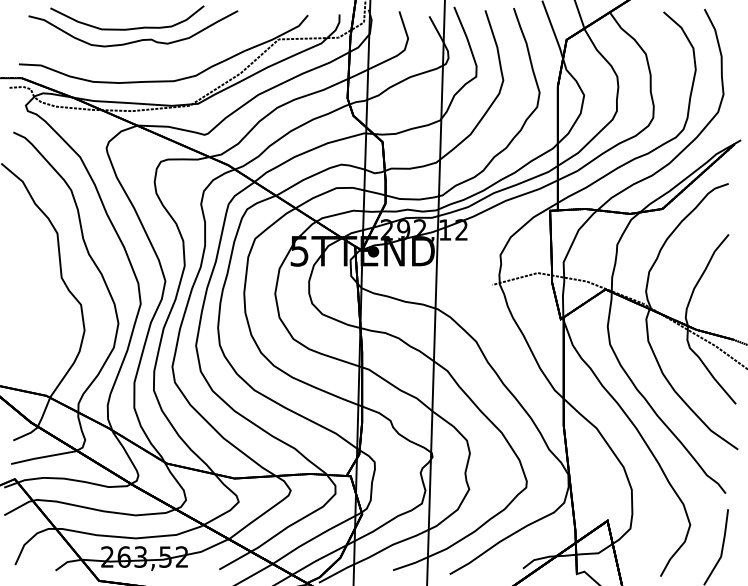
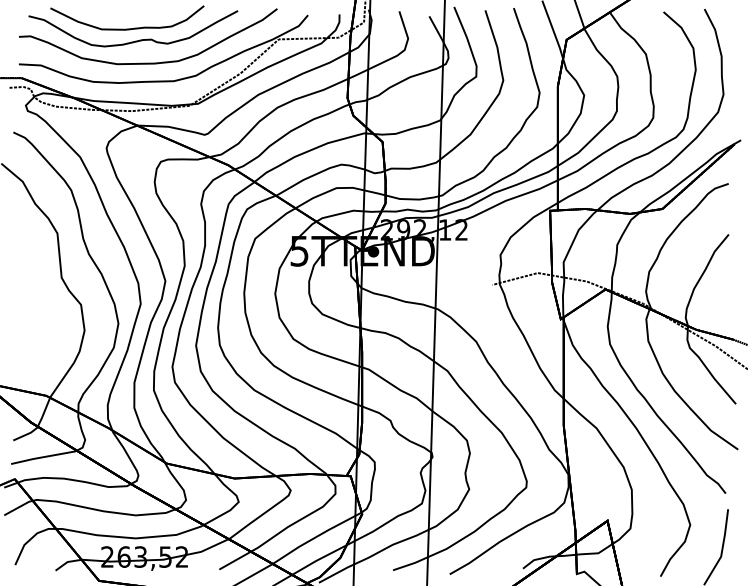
curve at (148, 62): none -> present
